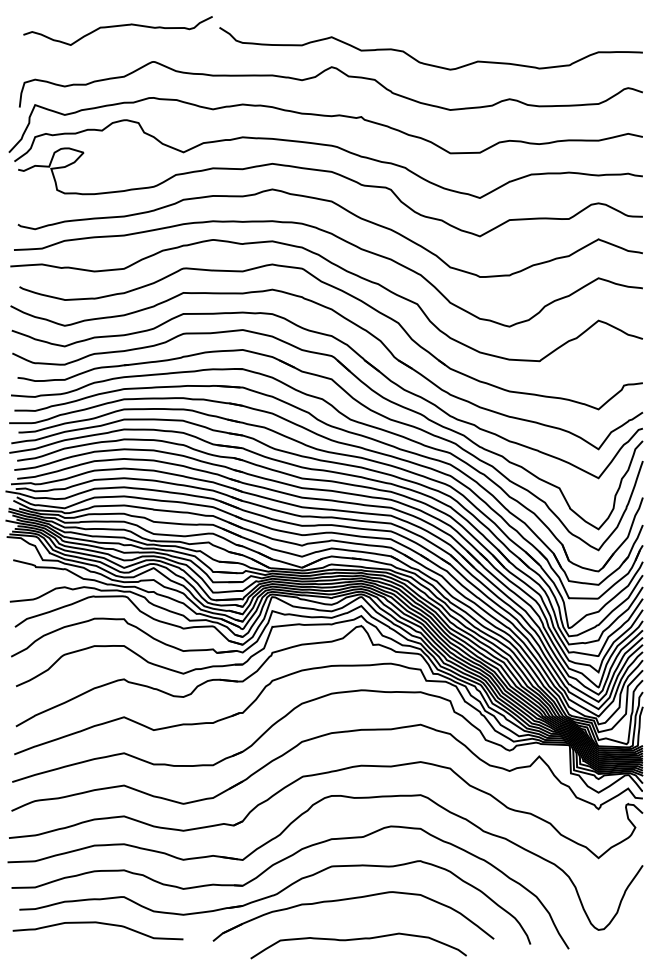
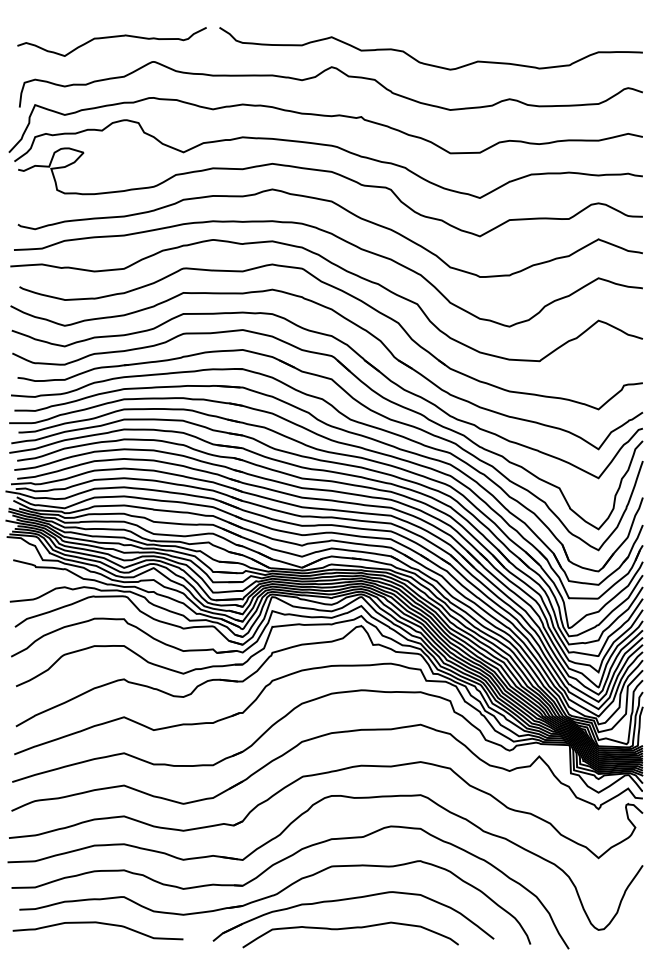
curve at (115, 27) position: (115, 27) -> (109, 38)
curve at (356, 940) position: (356, 940) -> (348, 929)
